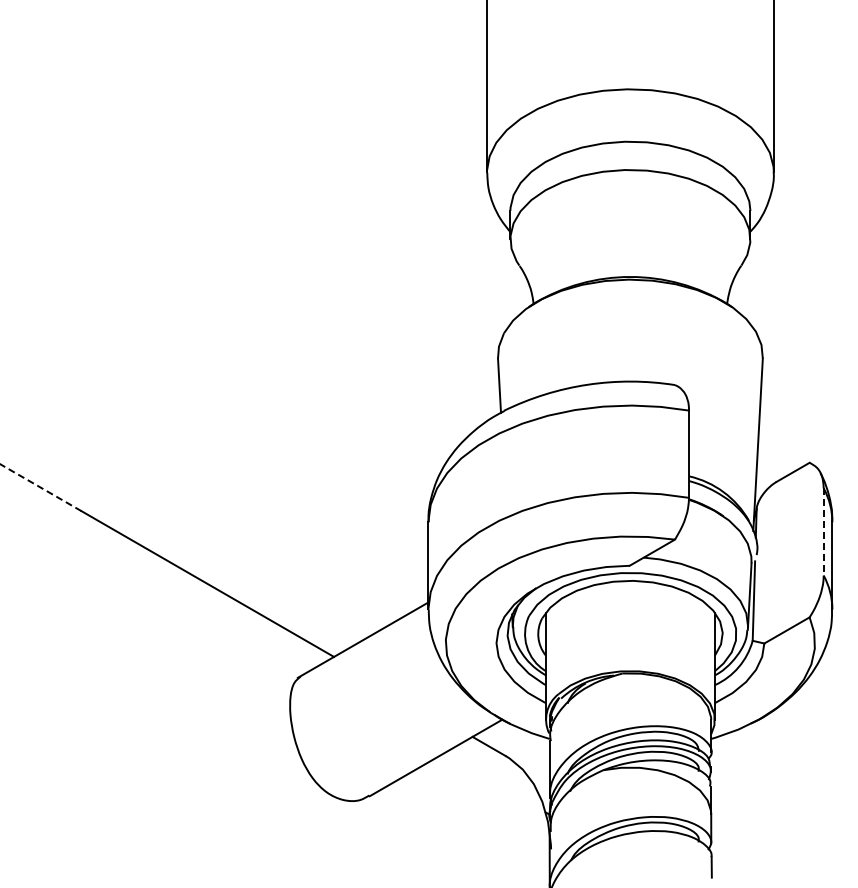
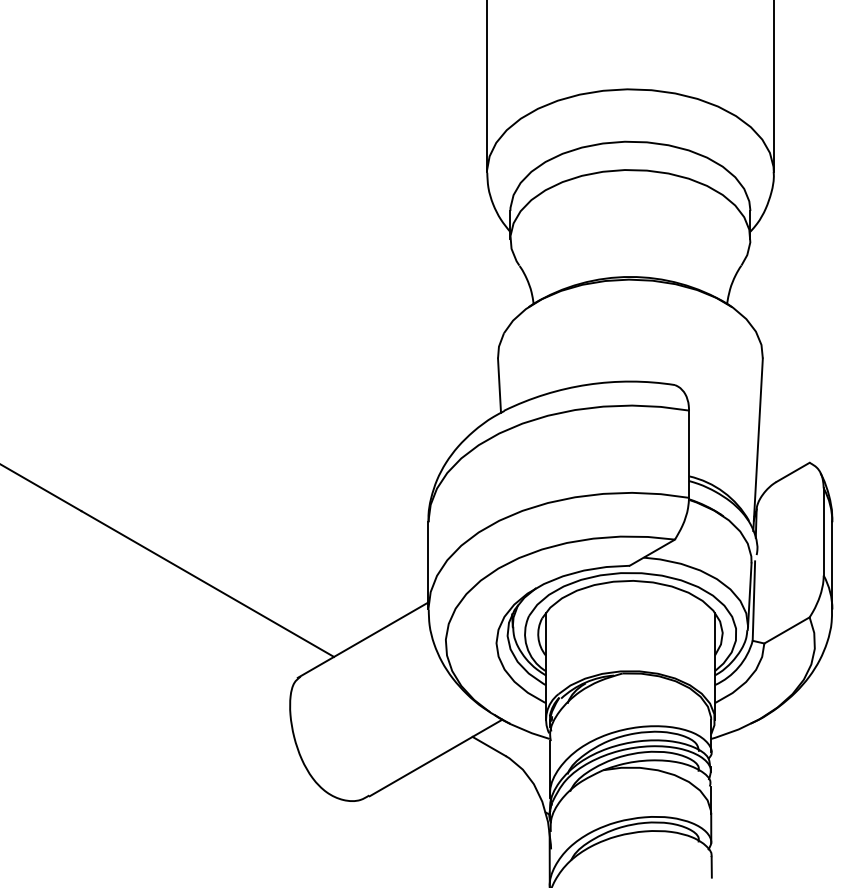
line at (40, 487): dashed -> solid
line at (823, 531): dashed -> solid
